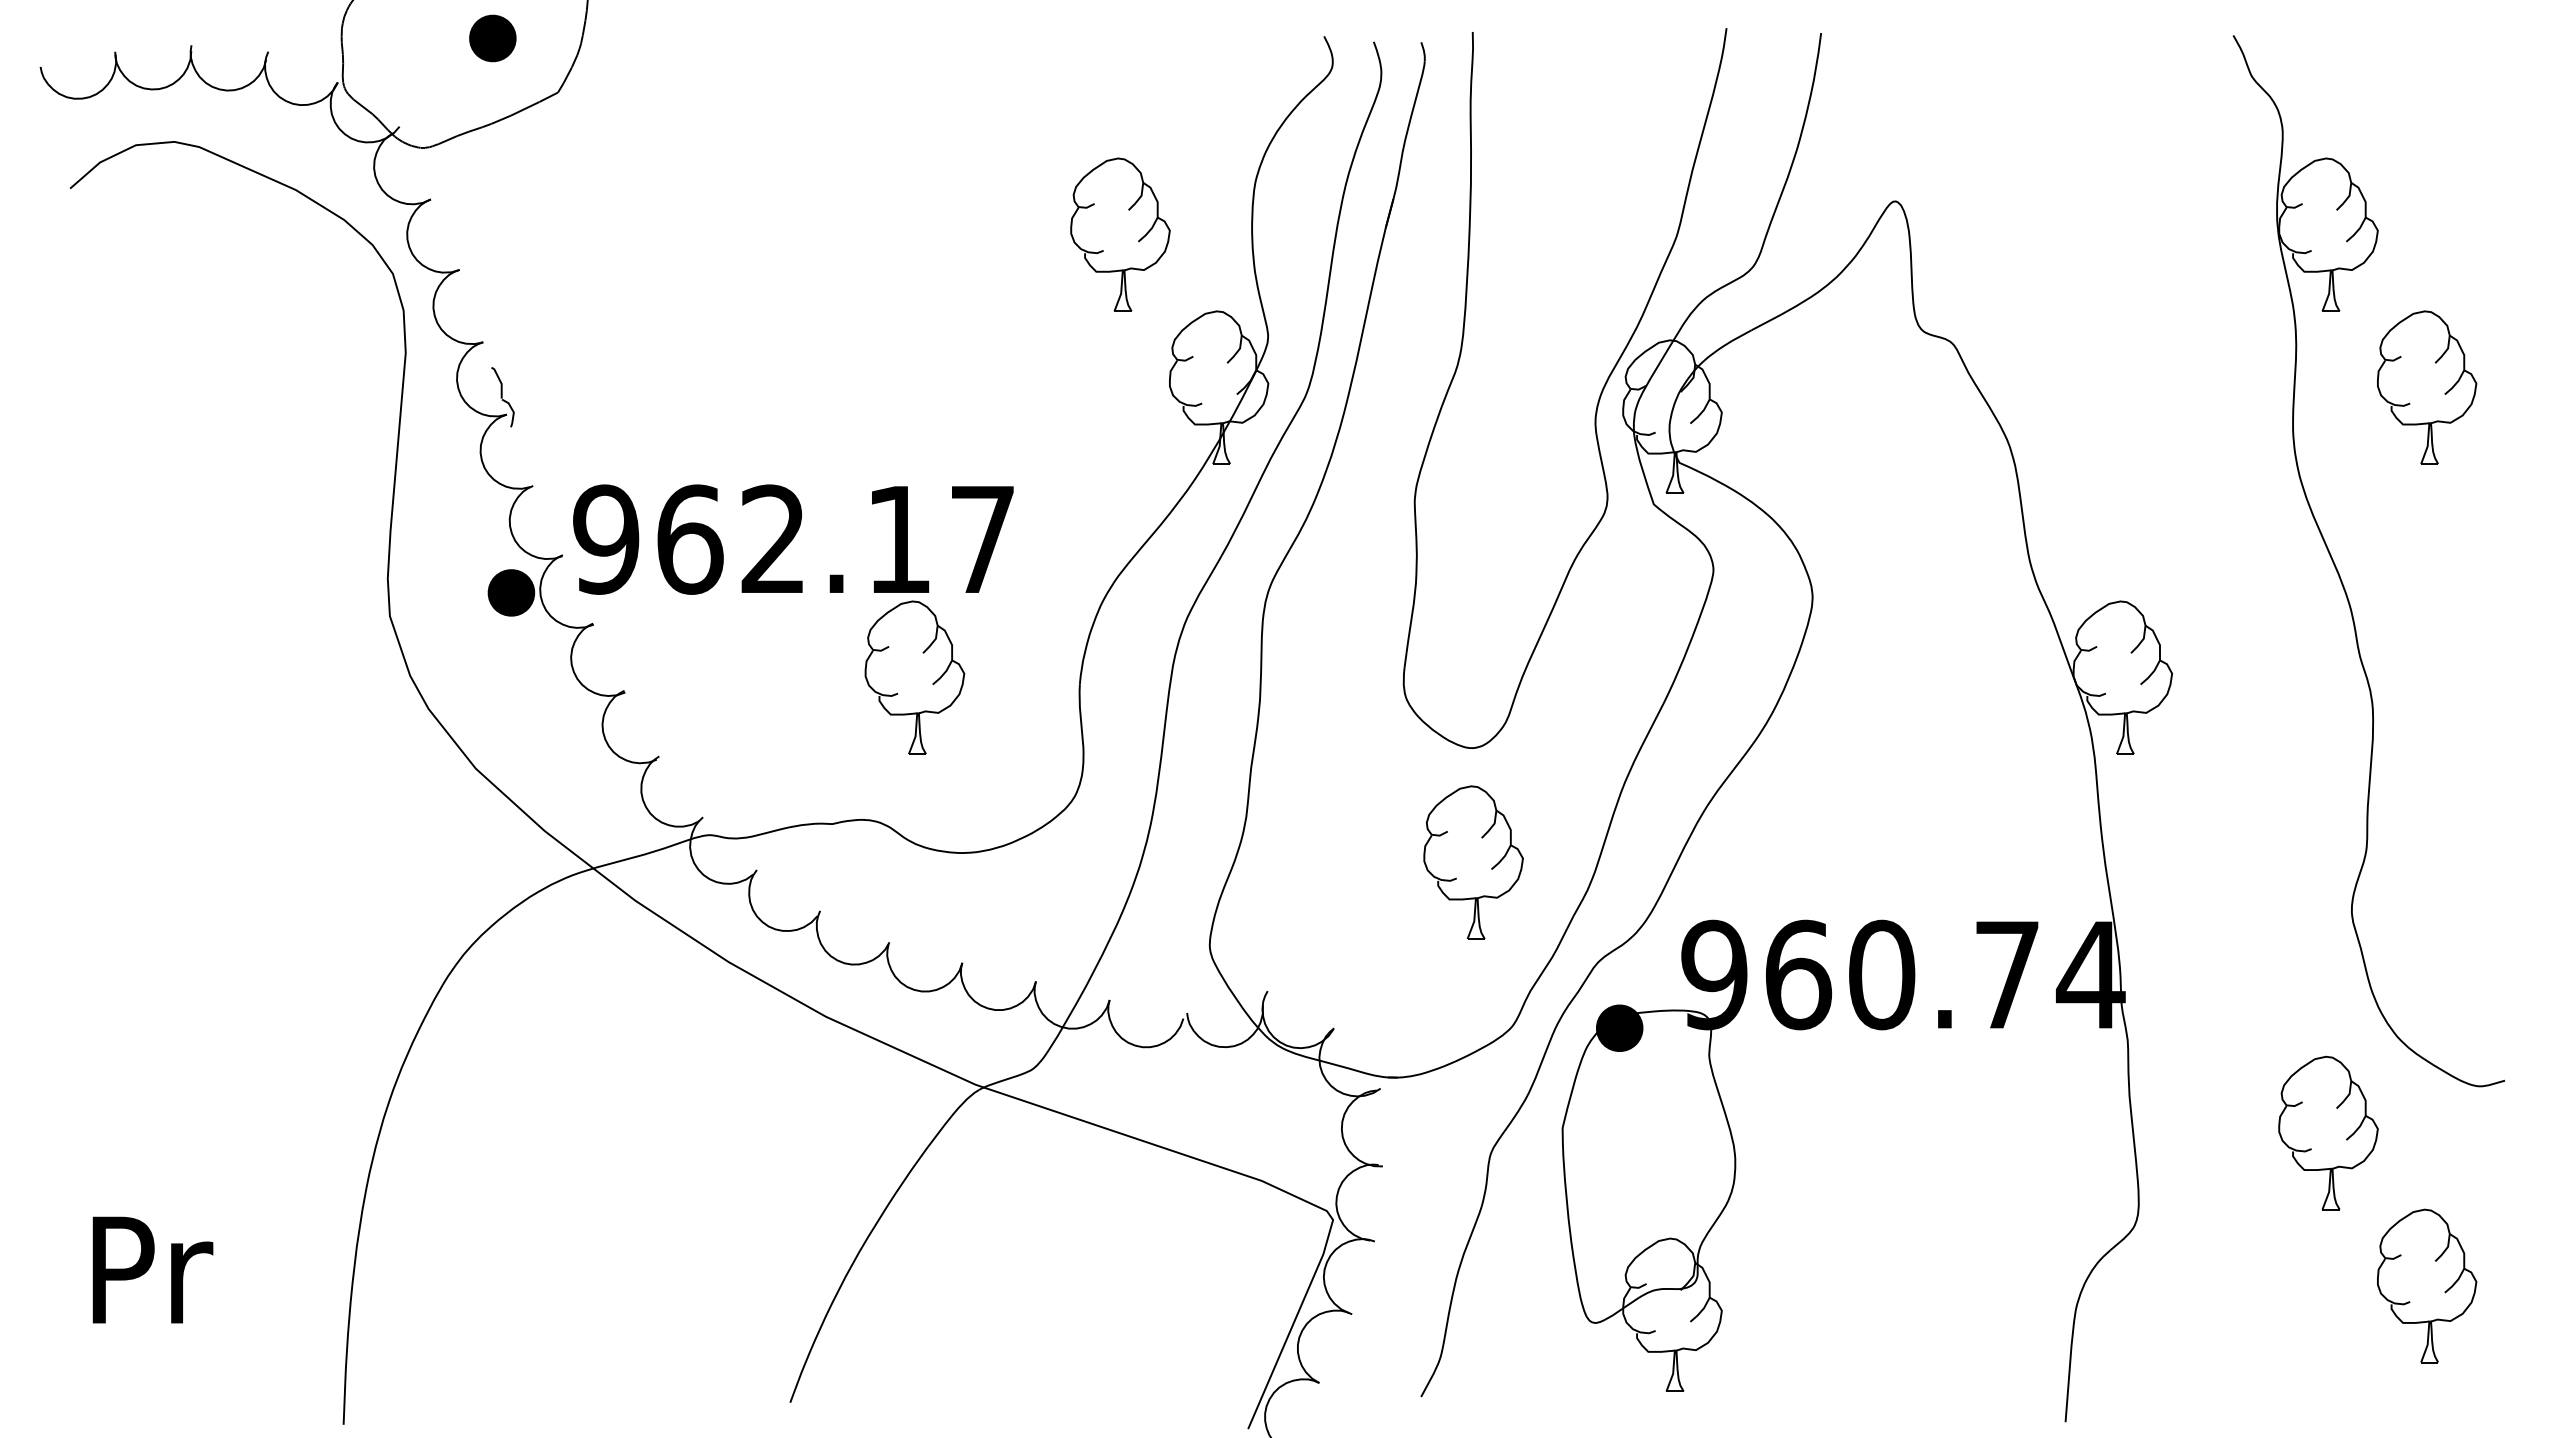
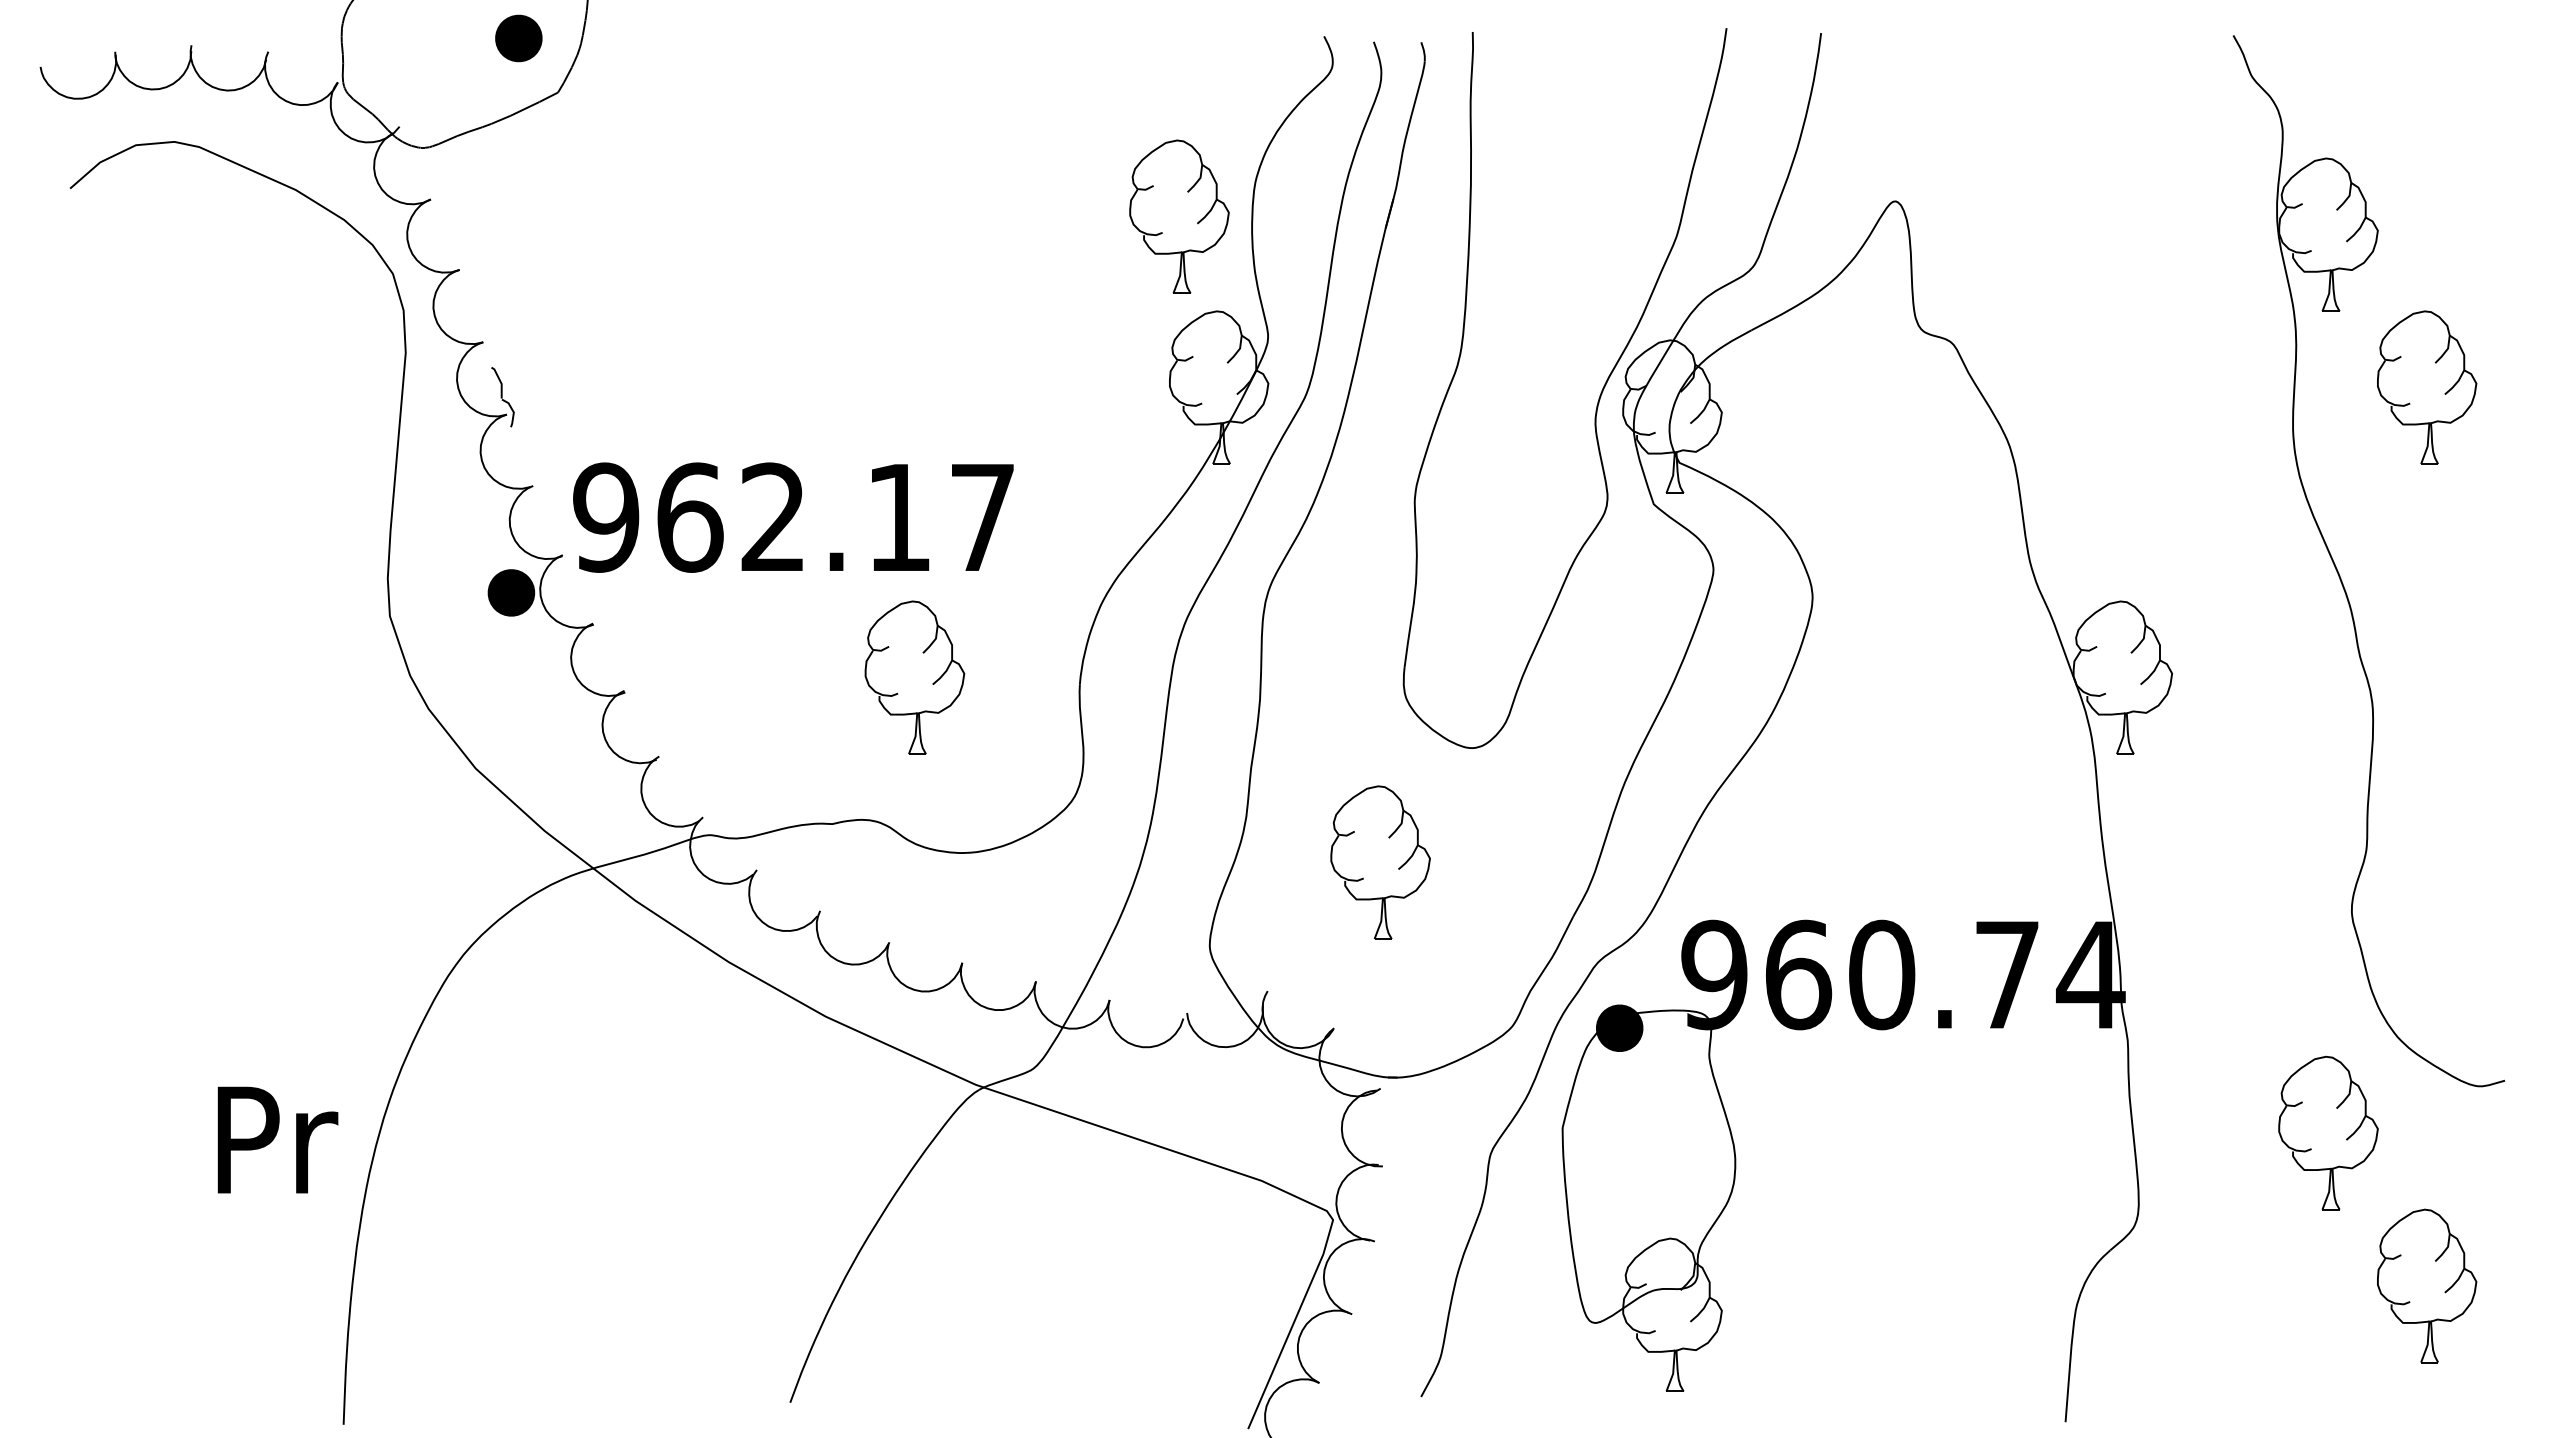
part at (492, 38) position: (492, 38) -> (518, 38)
part at (1120, 234) position: (1120, 234) -> (1179, 216)
text at (793, 539) position: (793, 539) -> (793, 517)
part at (1473, 862) position: (1473, 862) -> (1380, 862)
text at (152, 1269) position: (152, 1269) -> (277, 1139)
